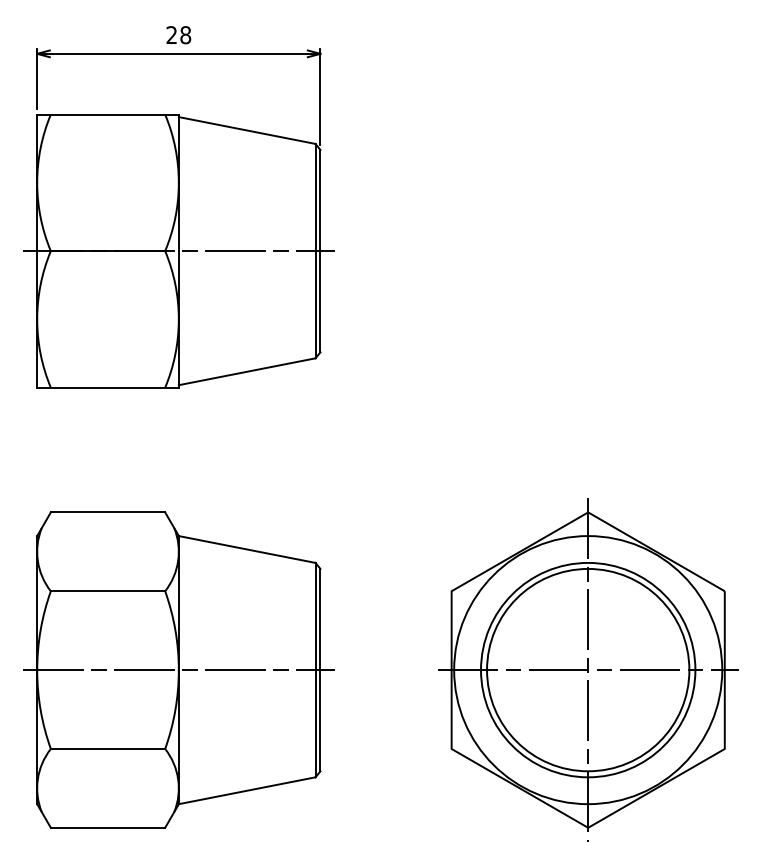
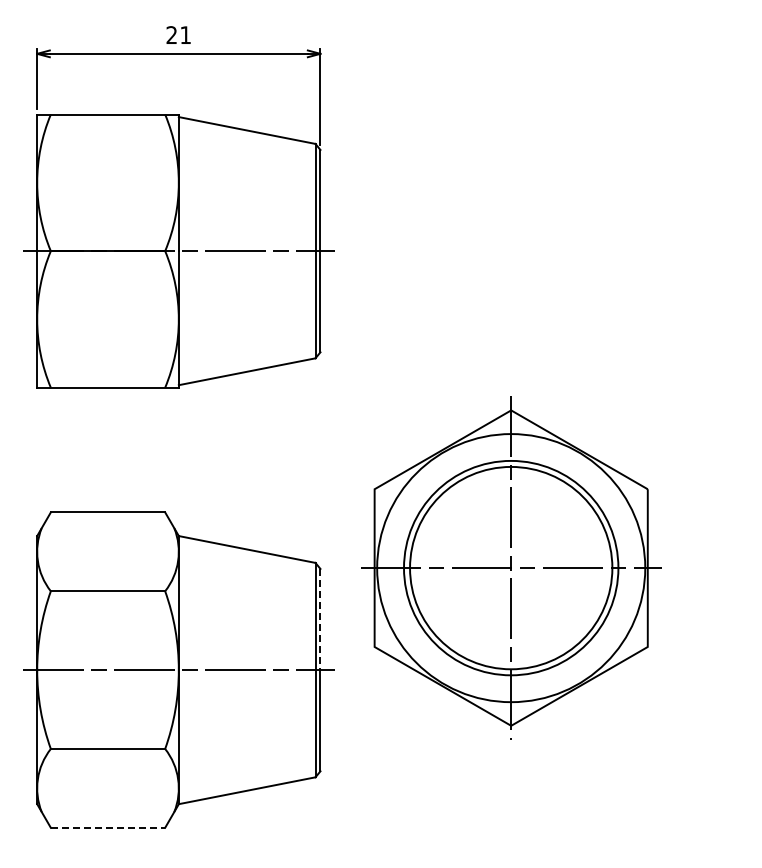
text at (185, 35): 28 -> 21
line at (320, 619): solid -> dashed
part at (588, 669) position: (588, 669) -> (511, 567)
line at (108, 827): solid -> dashed
